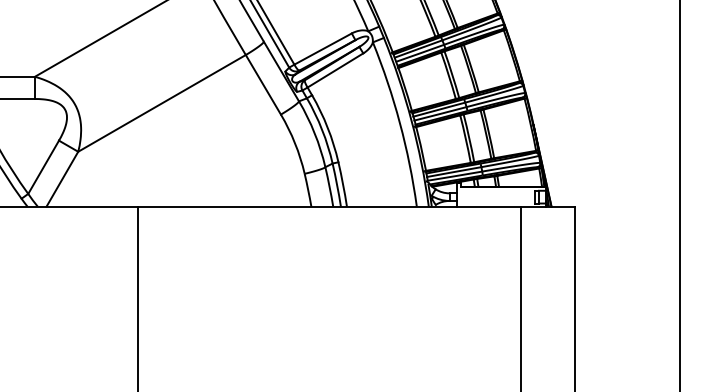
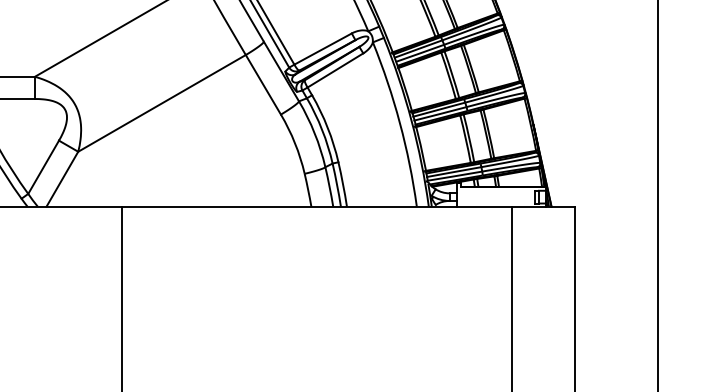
line at (679, 195) position: (679, 195) -> (657, 195)
line at (138, 297) position: (138, 297) -> (122, 297)
line at (520, 297) position: (520, 297) -> (511, 297)
